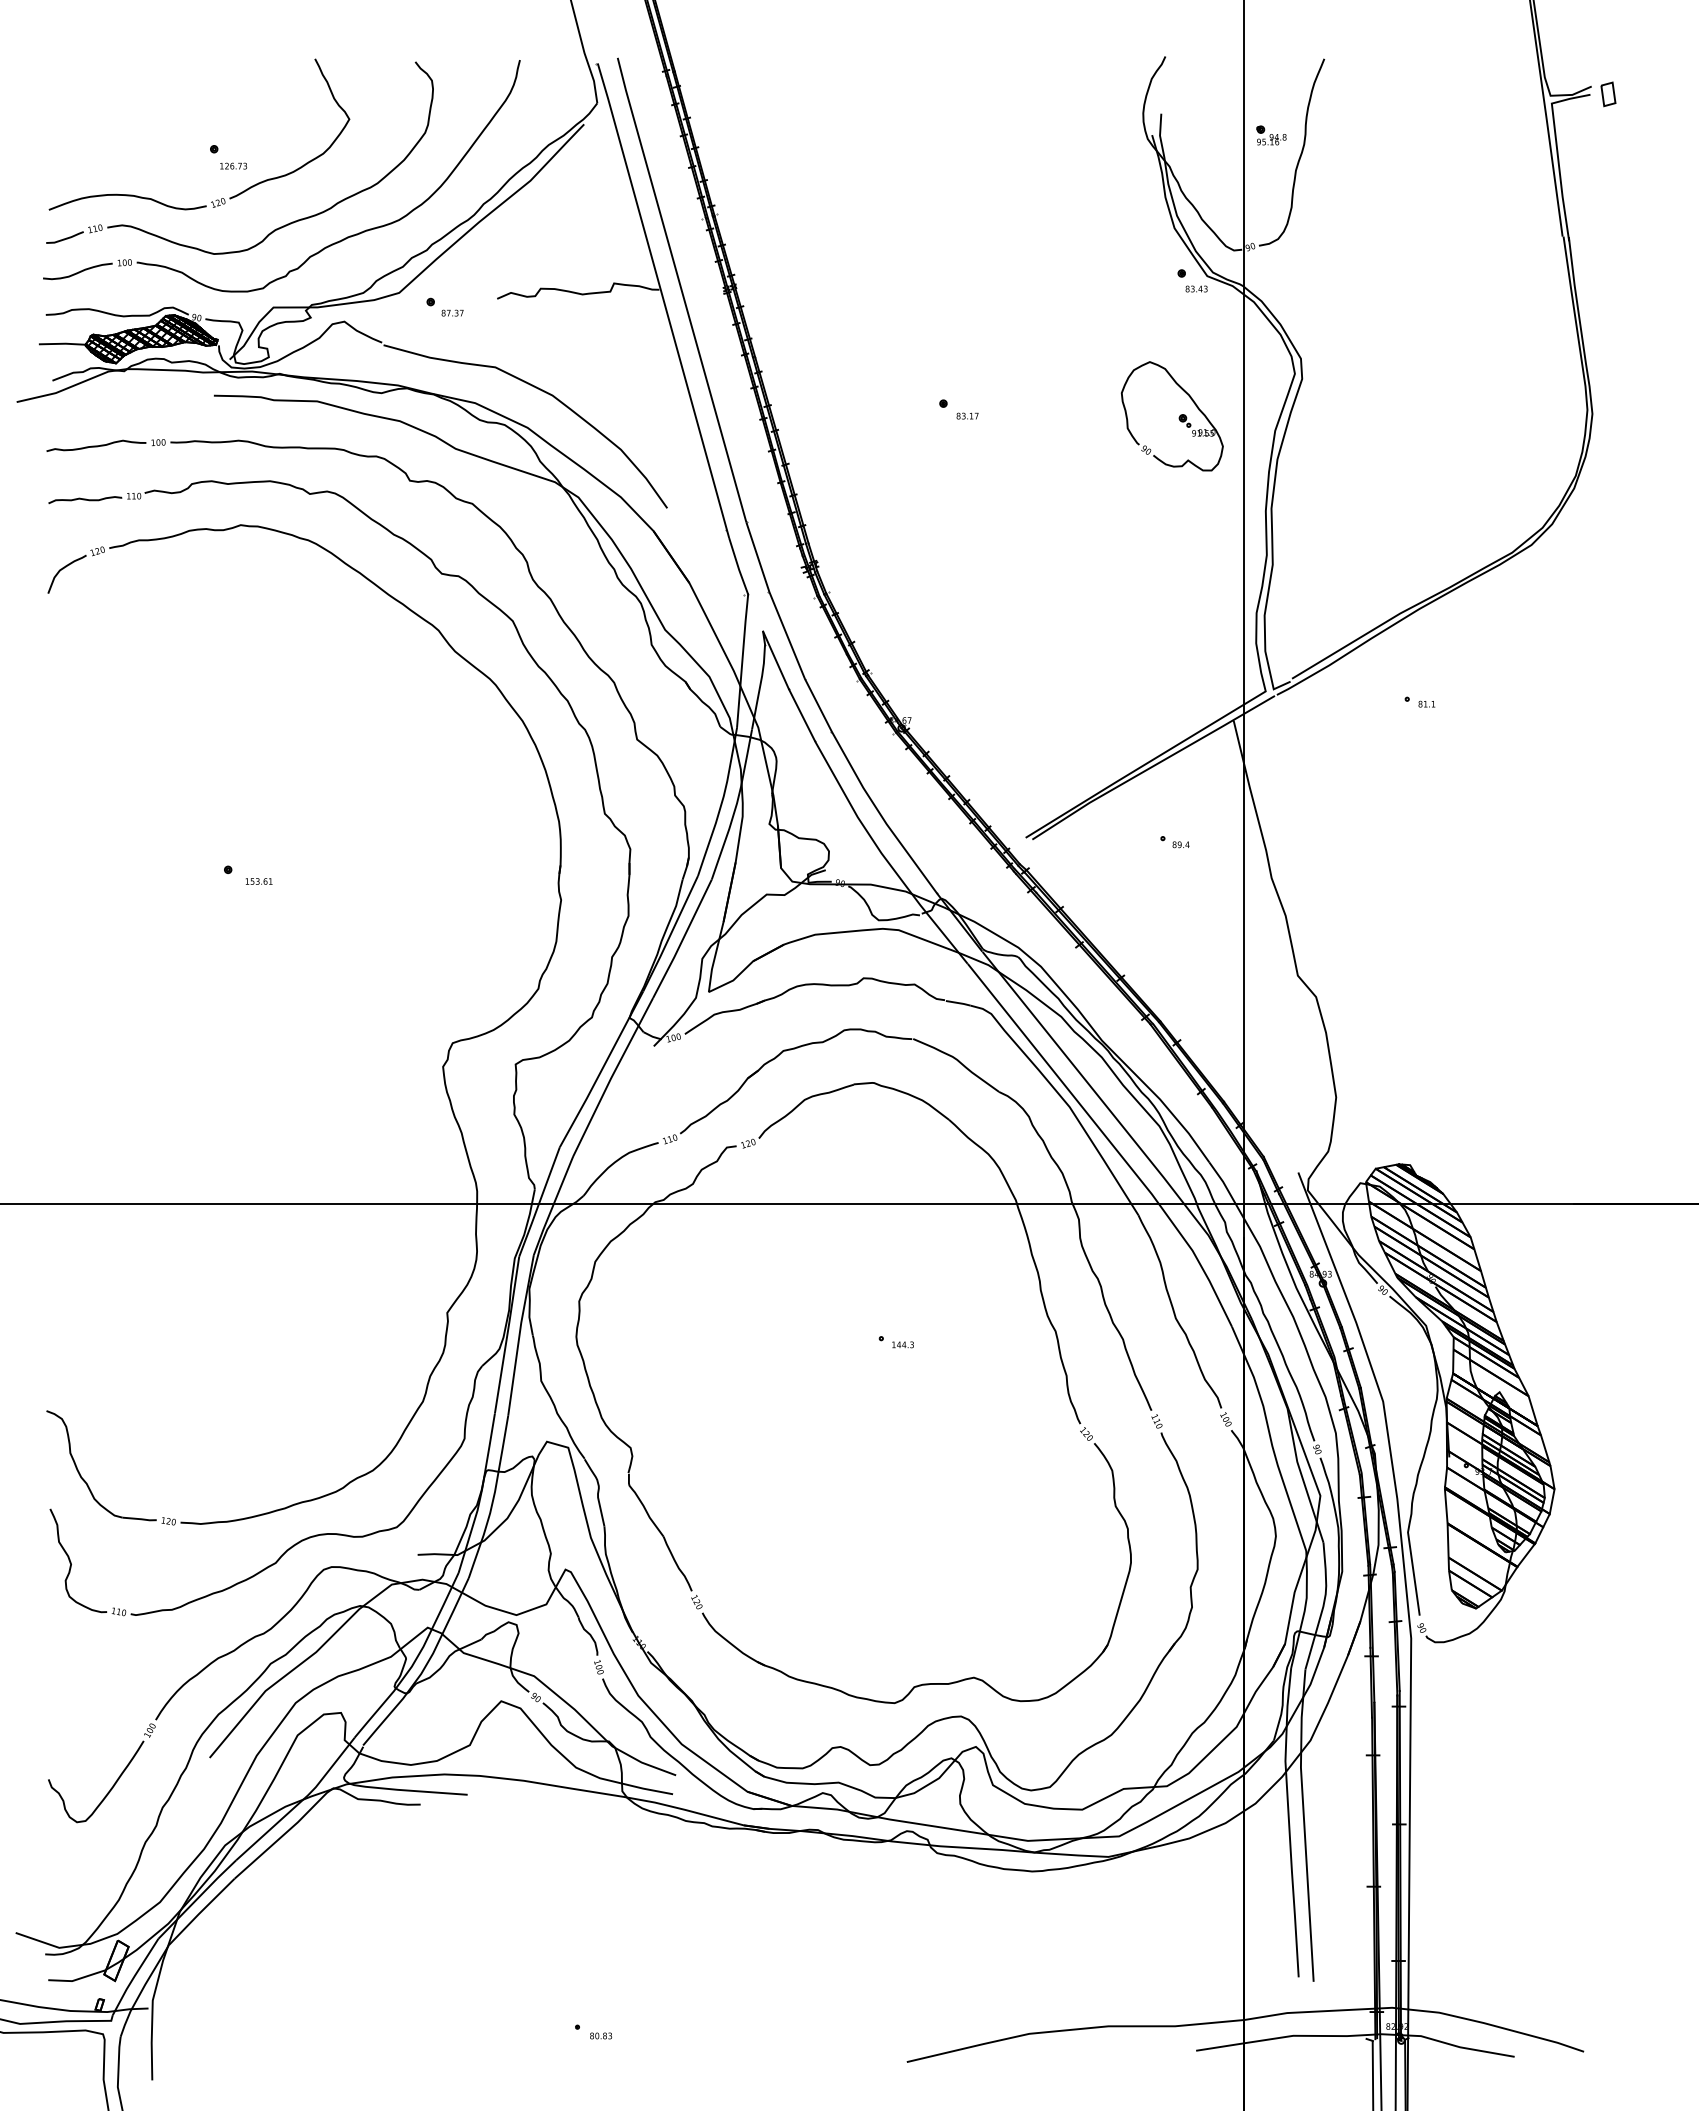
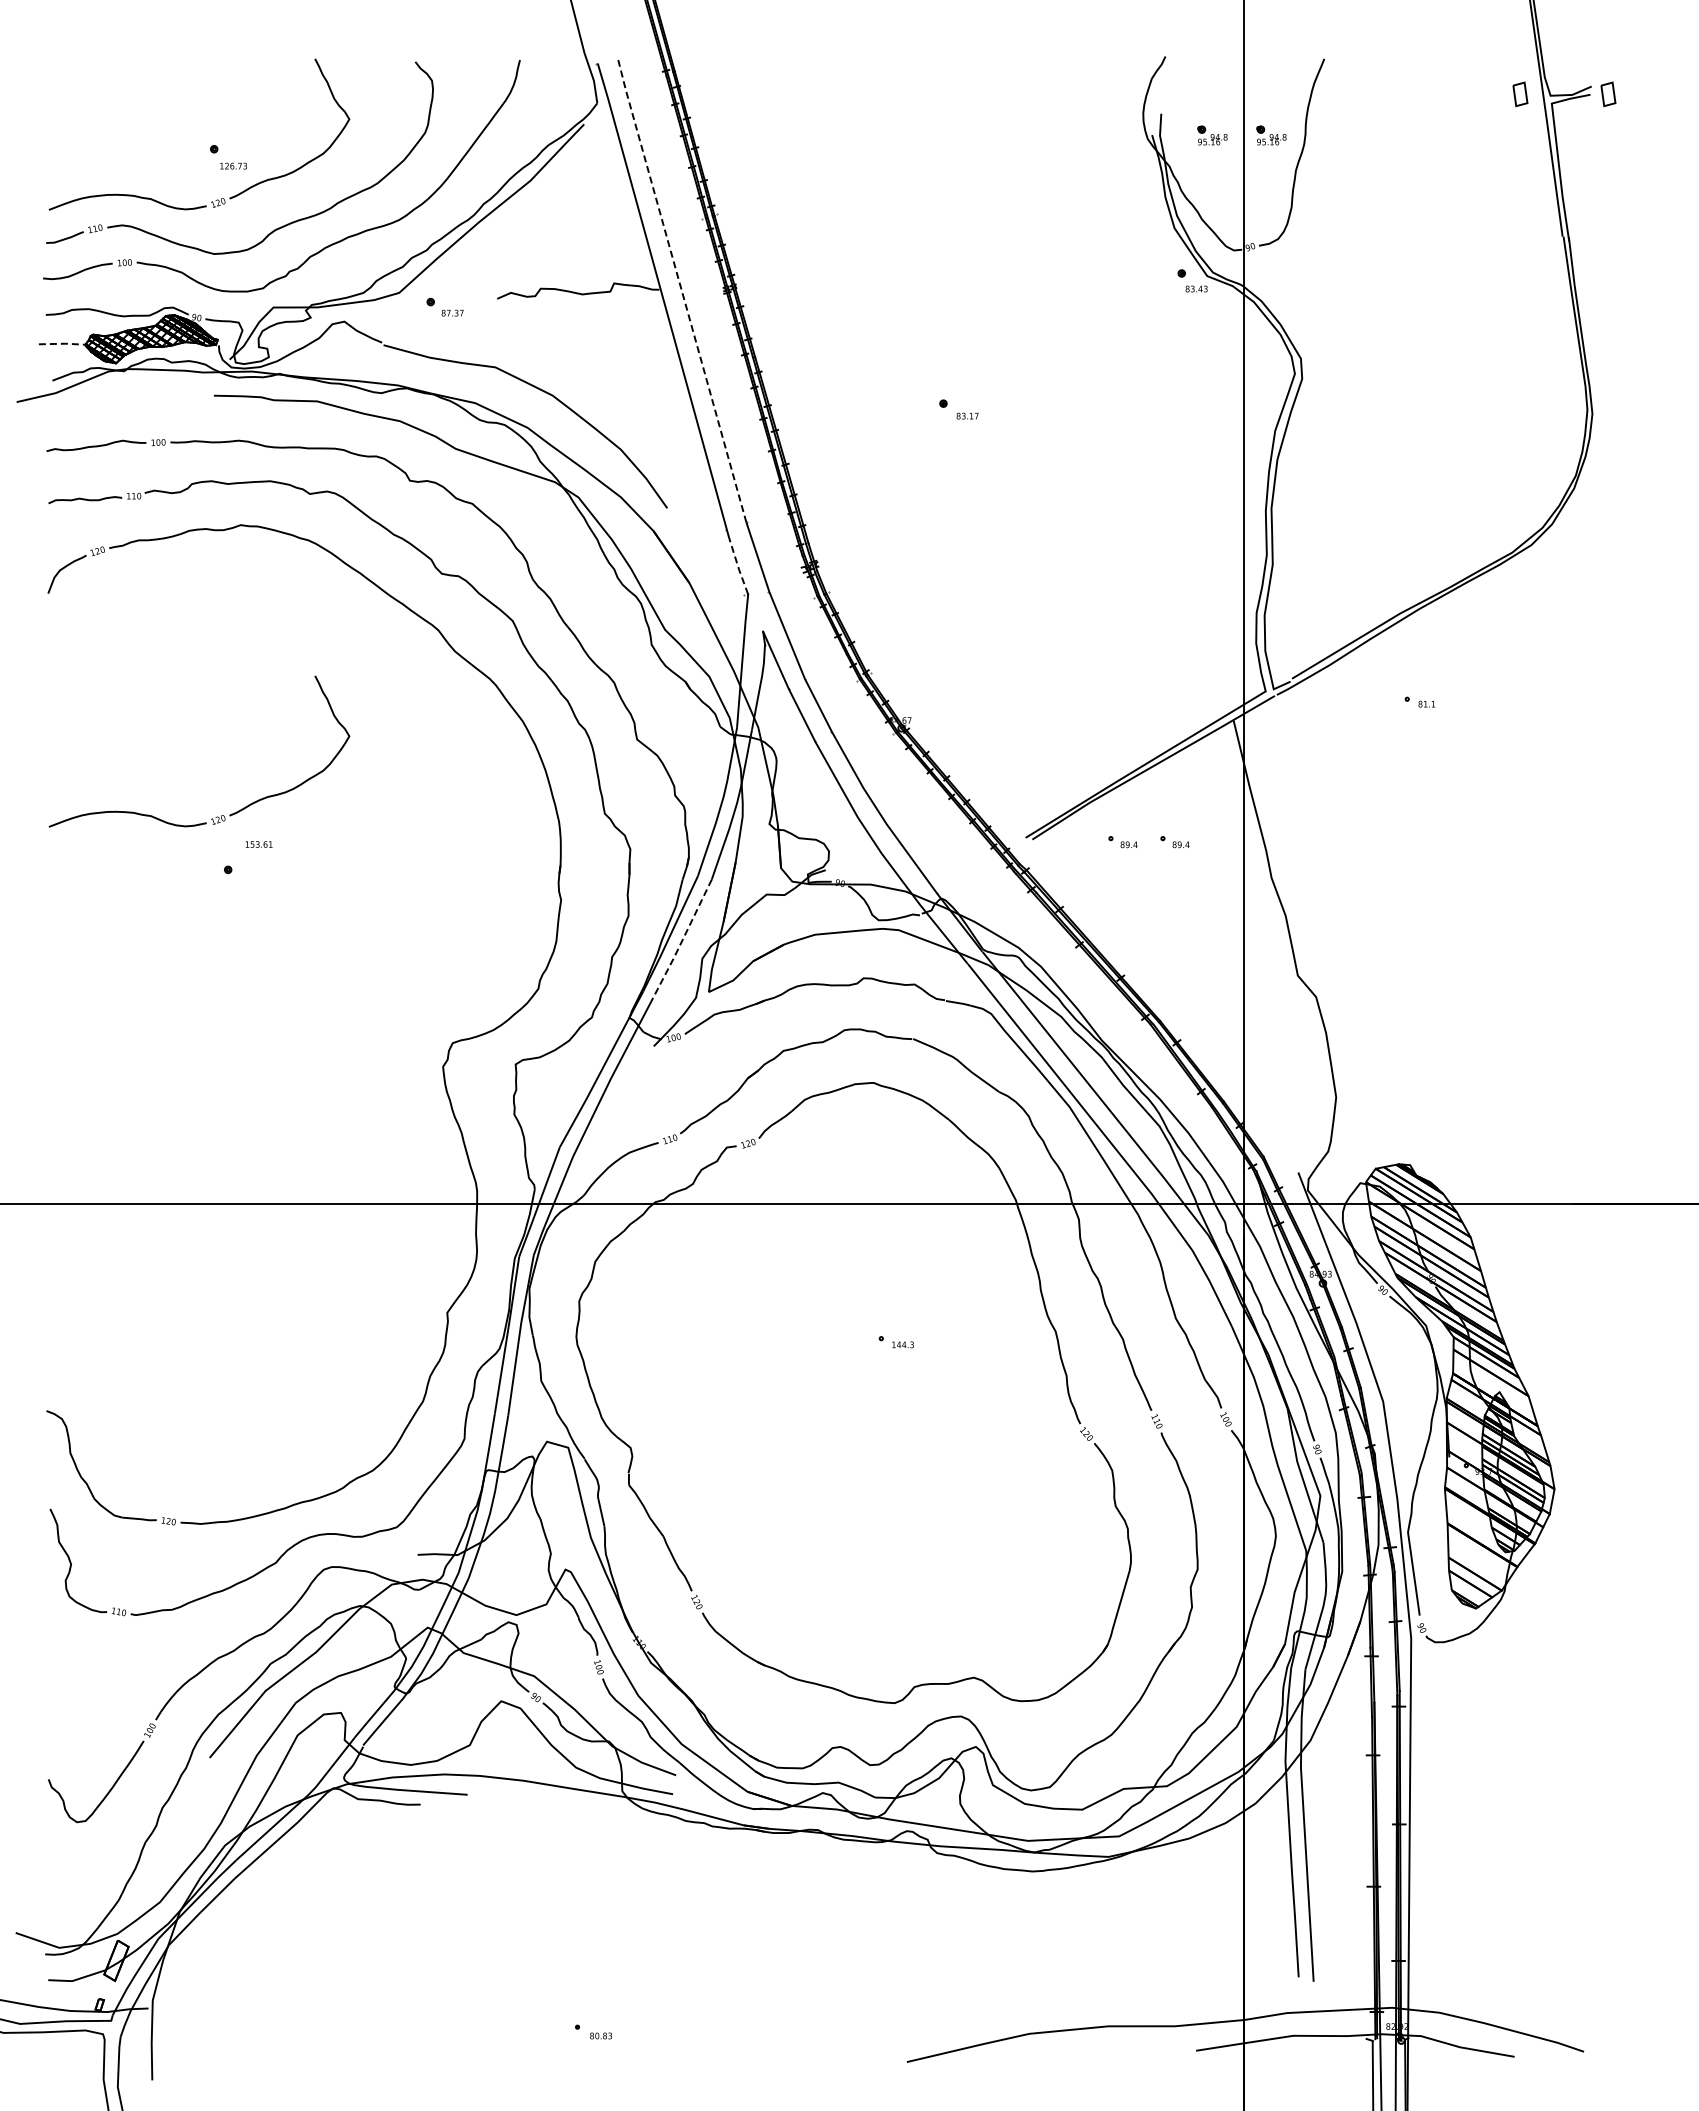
part at (1520, 94): none -> present
part at (1212, 135): none -> present
line at (681, 289): solid -> dashed
line at (63, 343): solid -> dashed
part at (1178, 417): present -> none
line at (738, 566): solid -> dashed
part at (217, 816): none -> present
part at (1122, 842): none -> present
text at (258, 881) position: (258, 881) -> (258, 844)
line at (682, 939): solid -> dashed
